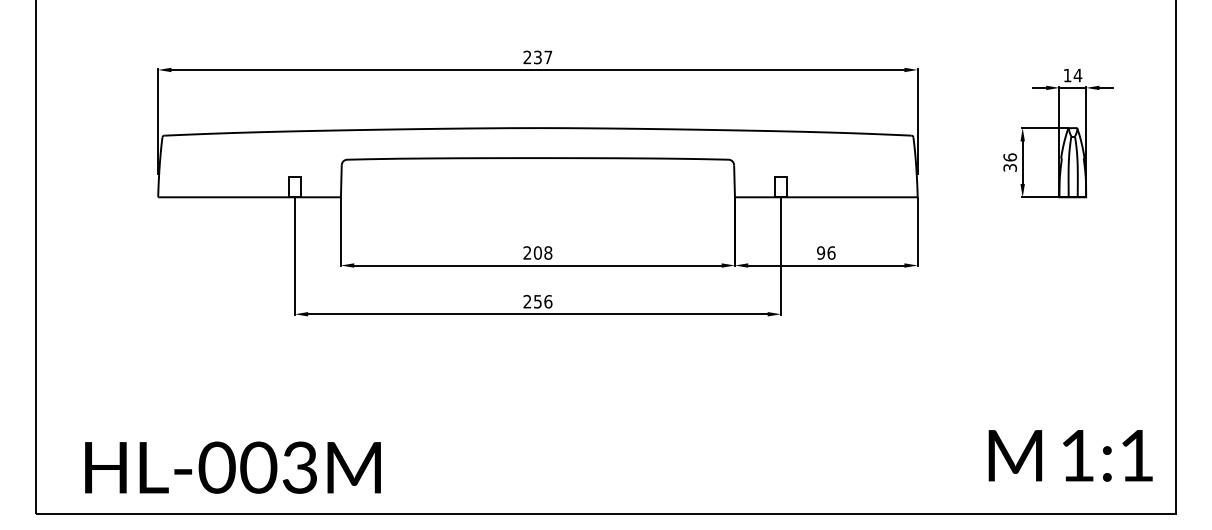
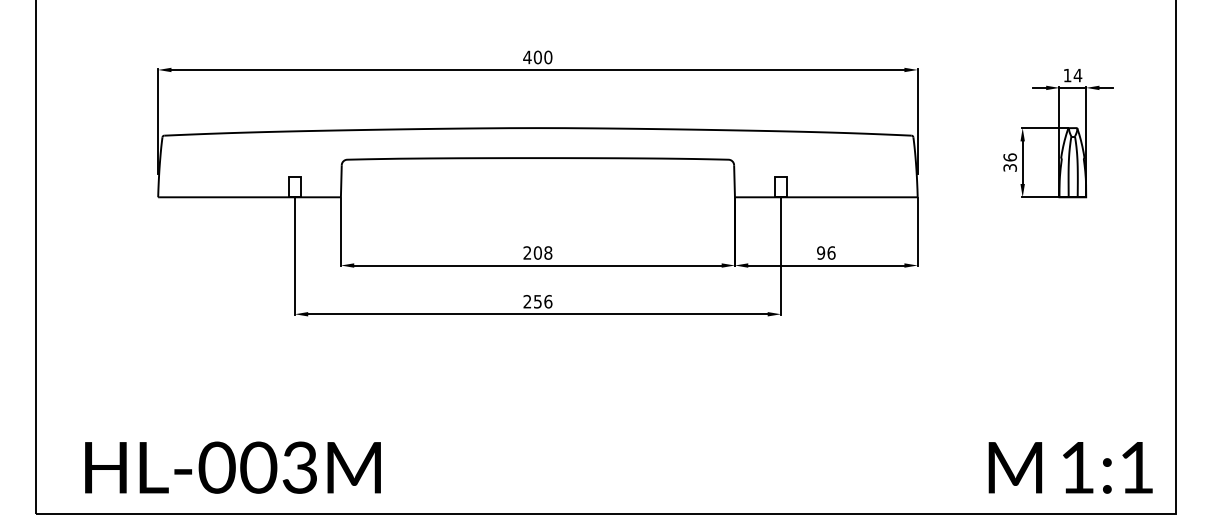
text at (537, 57): 237 -> 400
text at (1070, 455) position: (1070, 455) -> (1070, 467)
